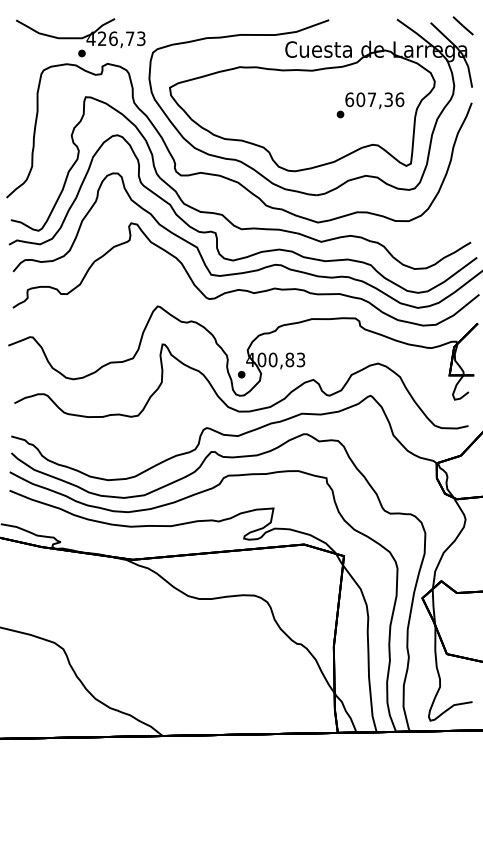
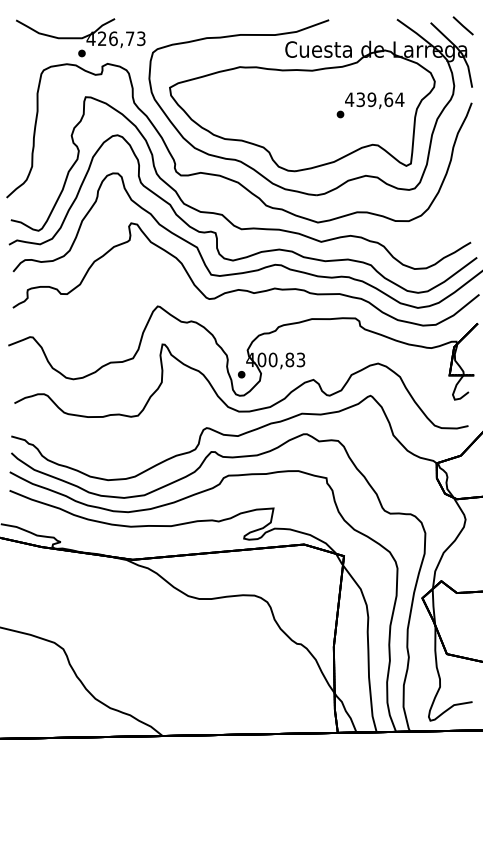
text at (374, 99): 607,36 -> 439,64
